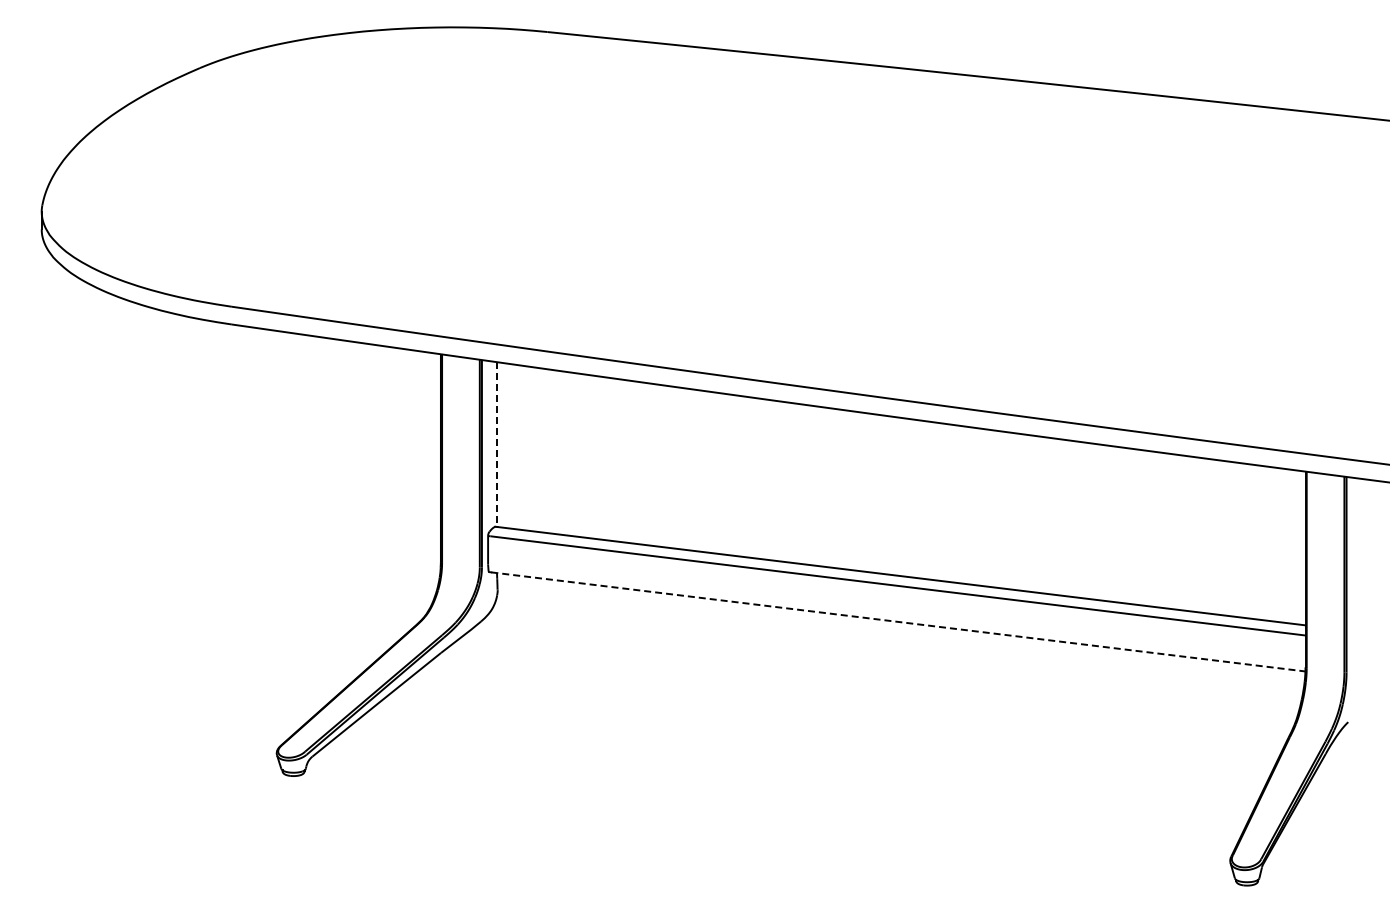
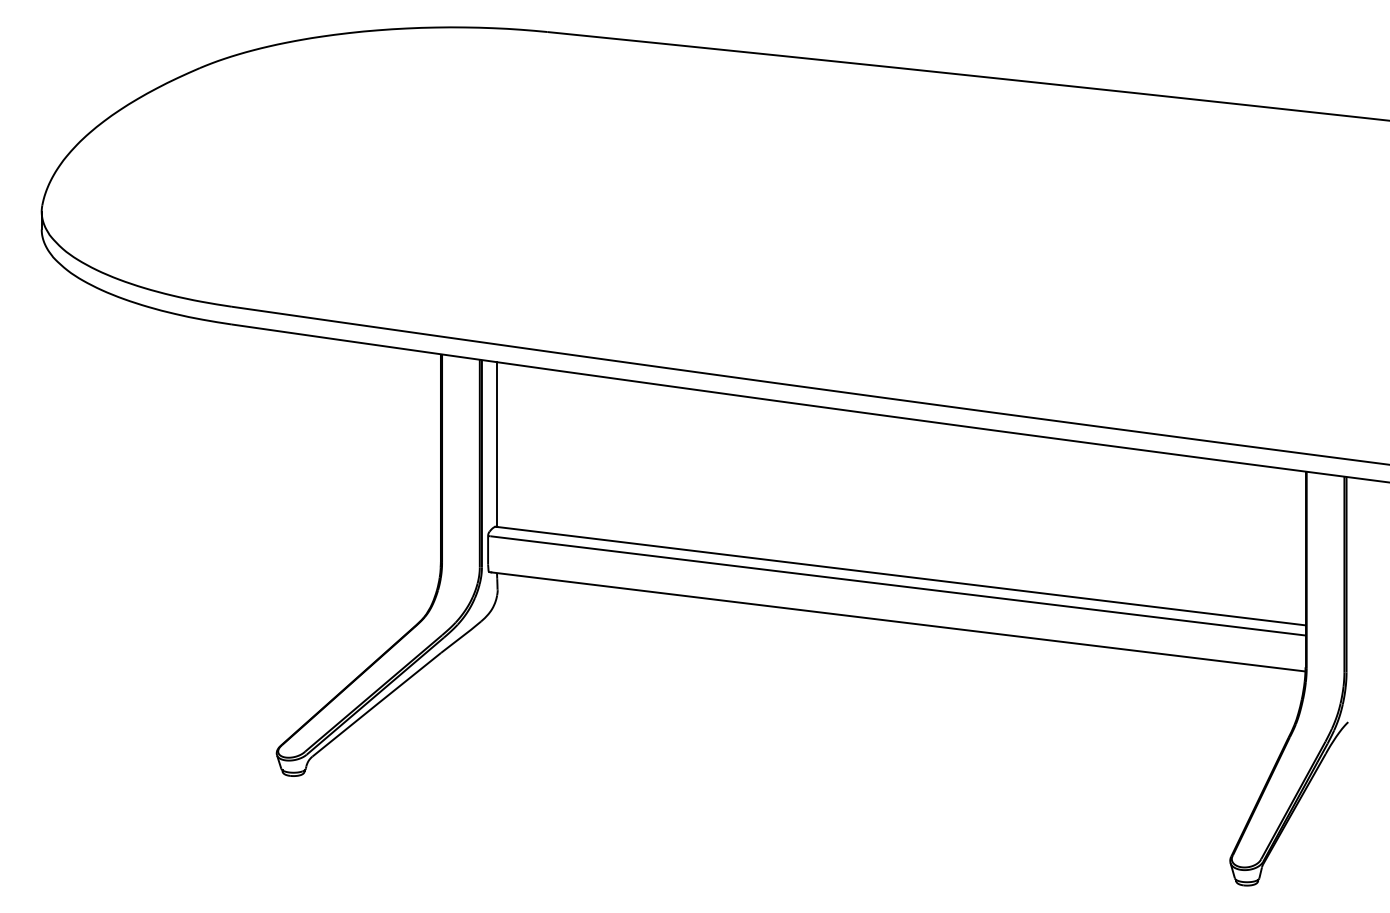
line at (496, 445): dashed -> solid
line at (898, 621): dashed -> solid
